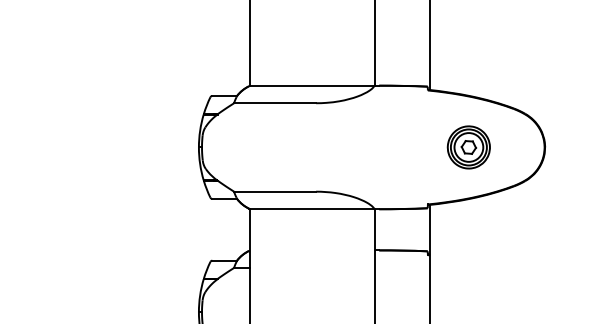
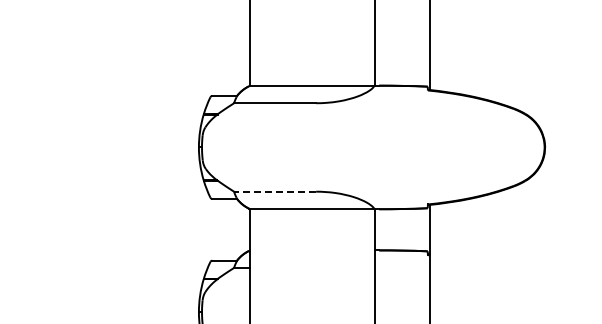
part at (468, 147): present -> none
line at (274, 191): solid -> dashed
